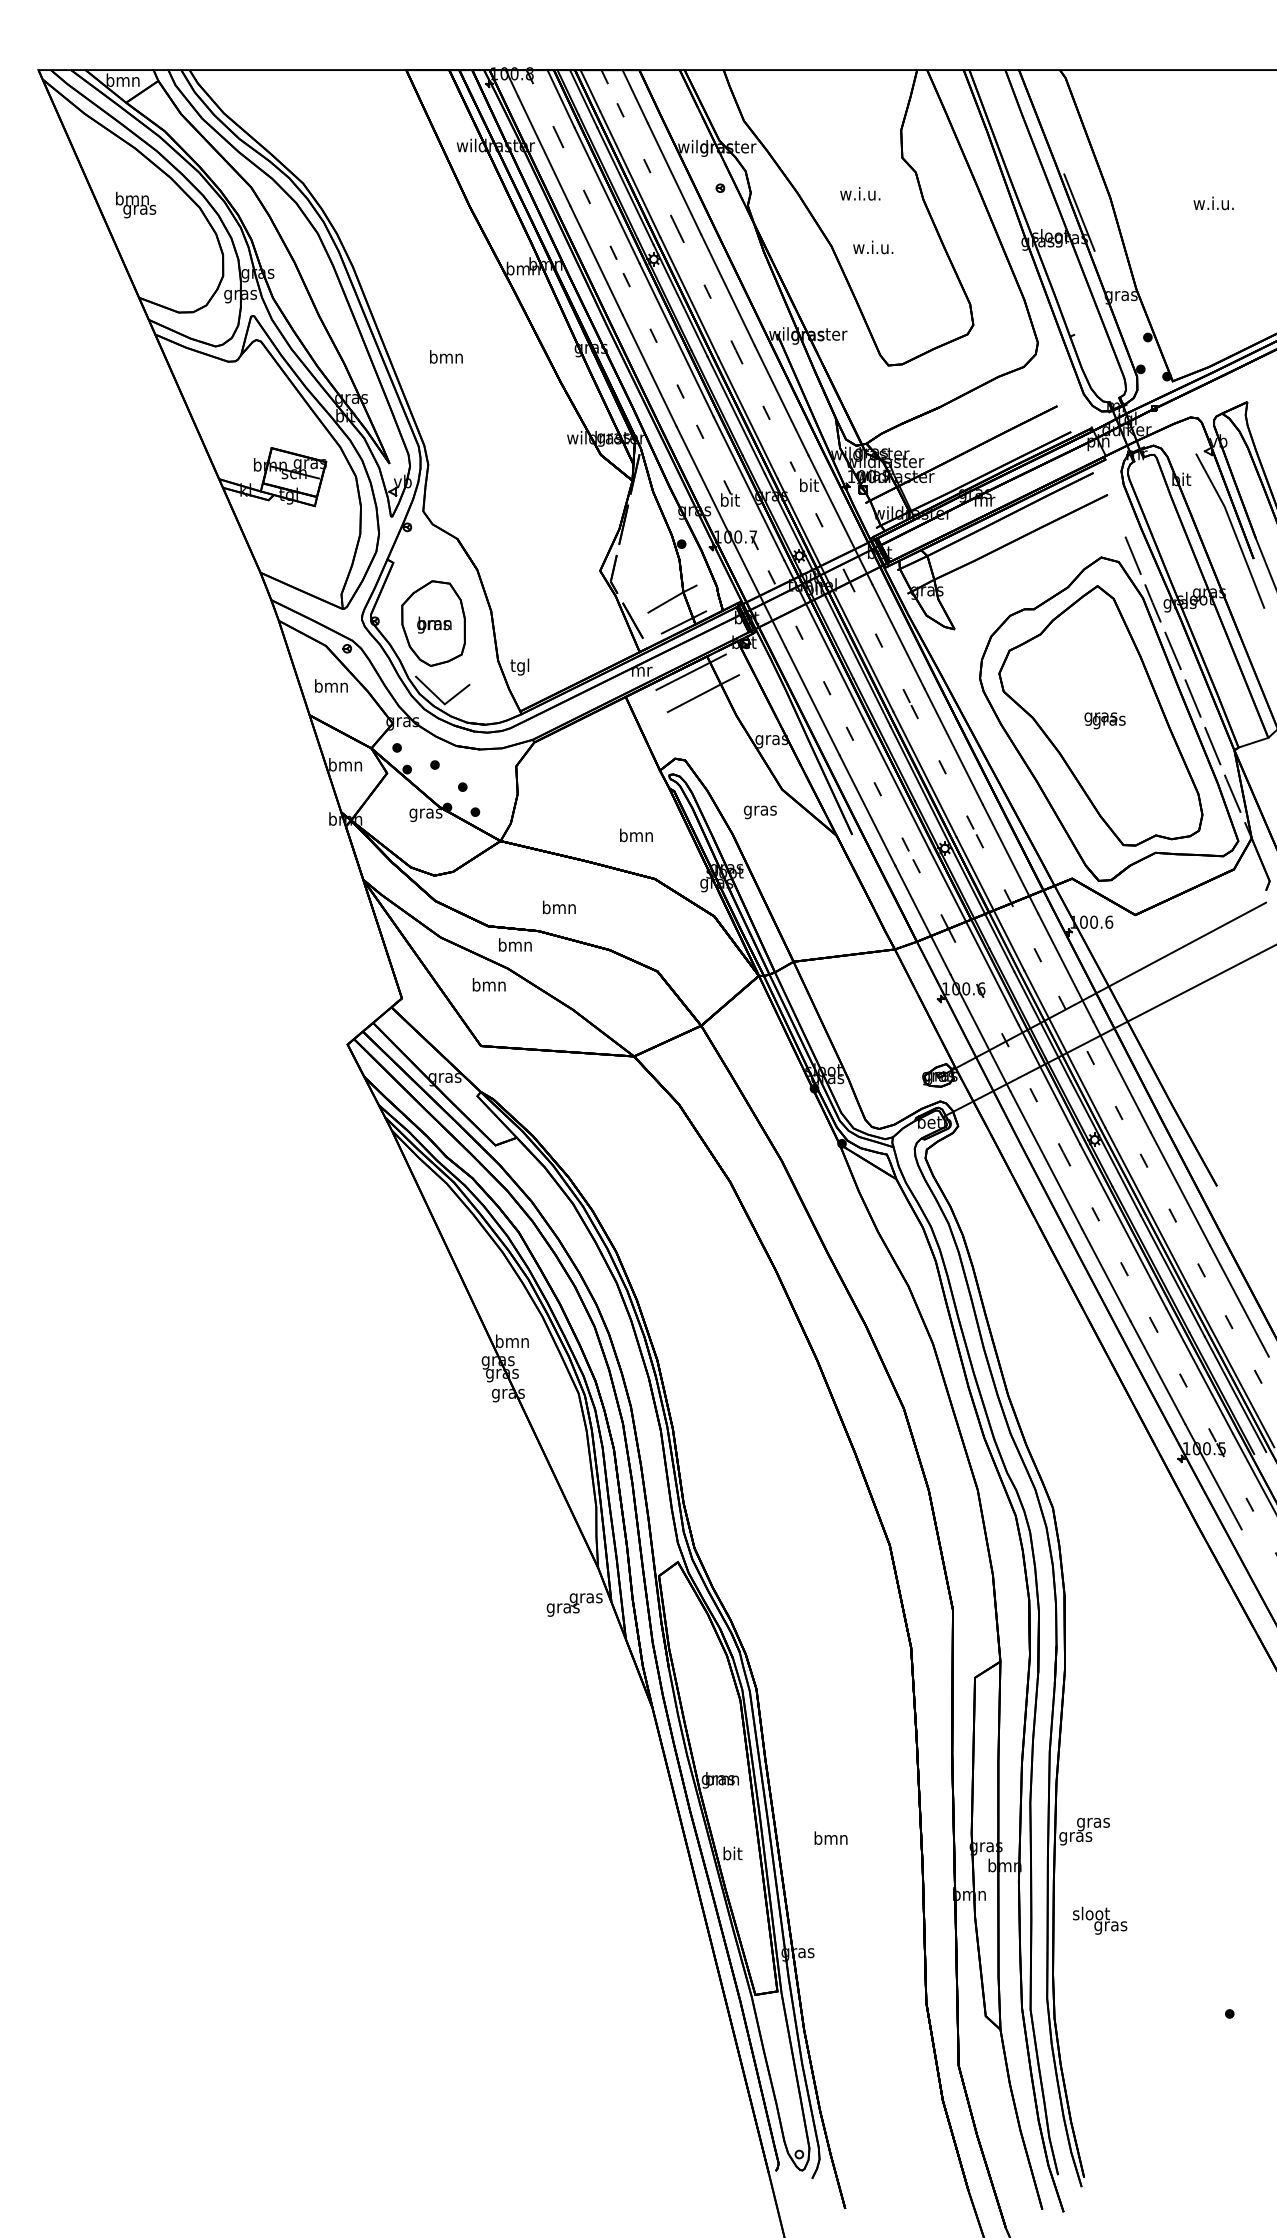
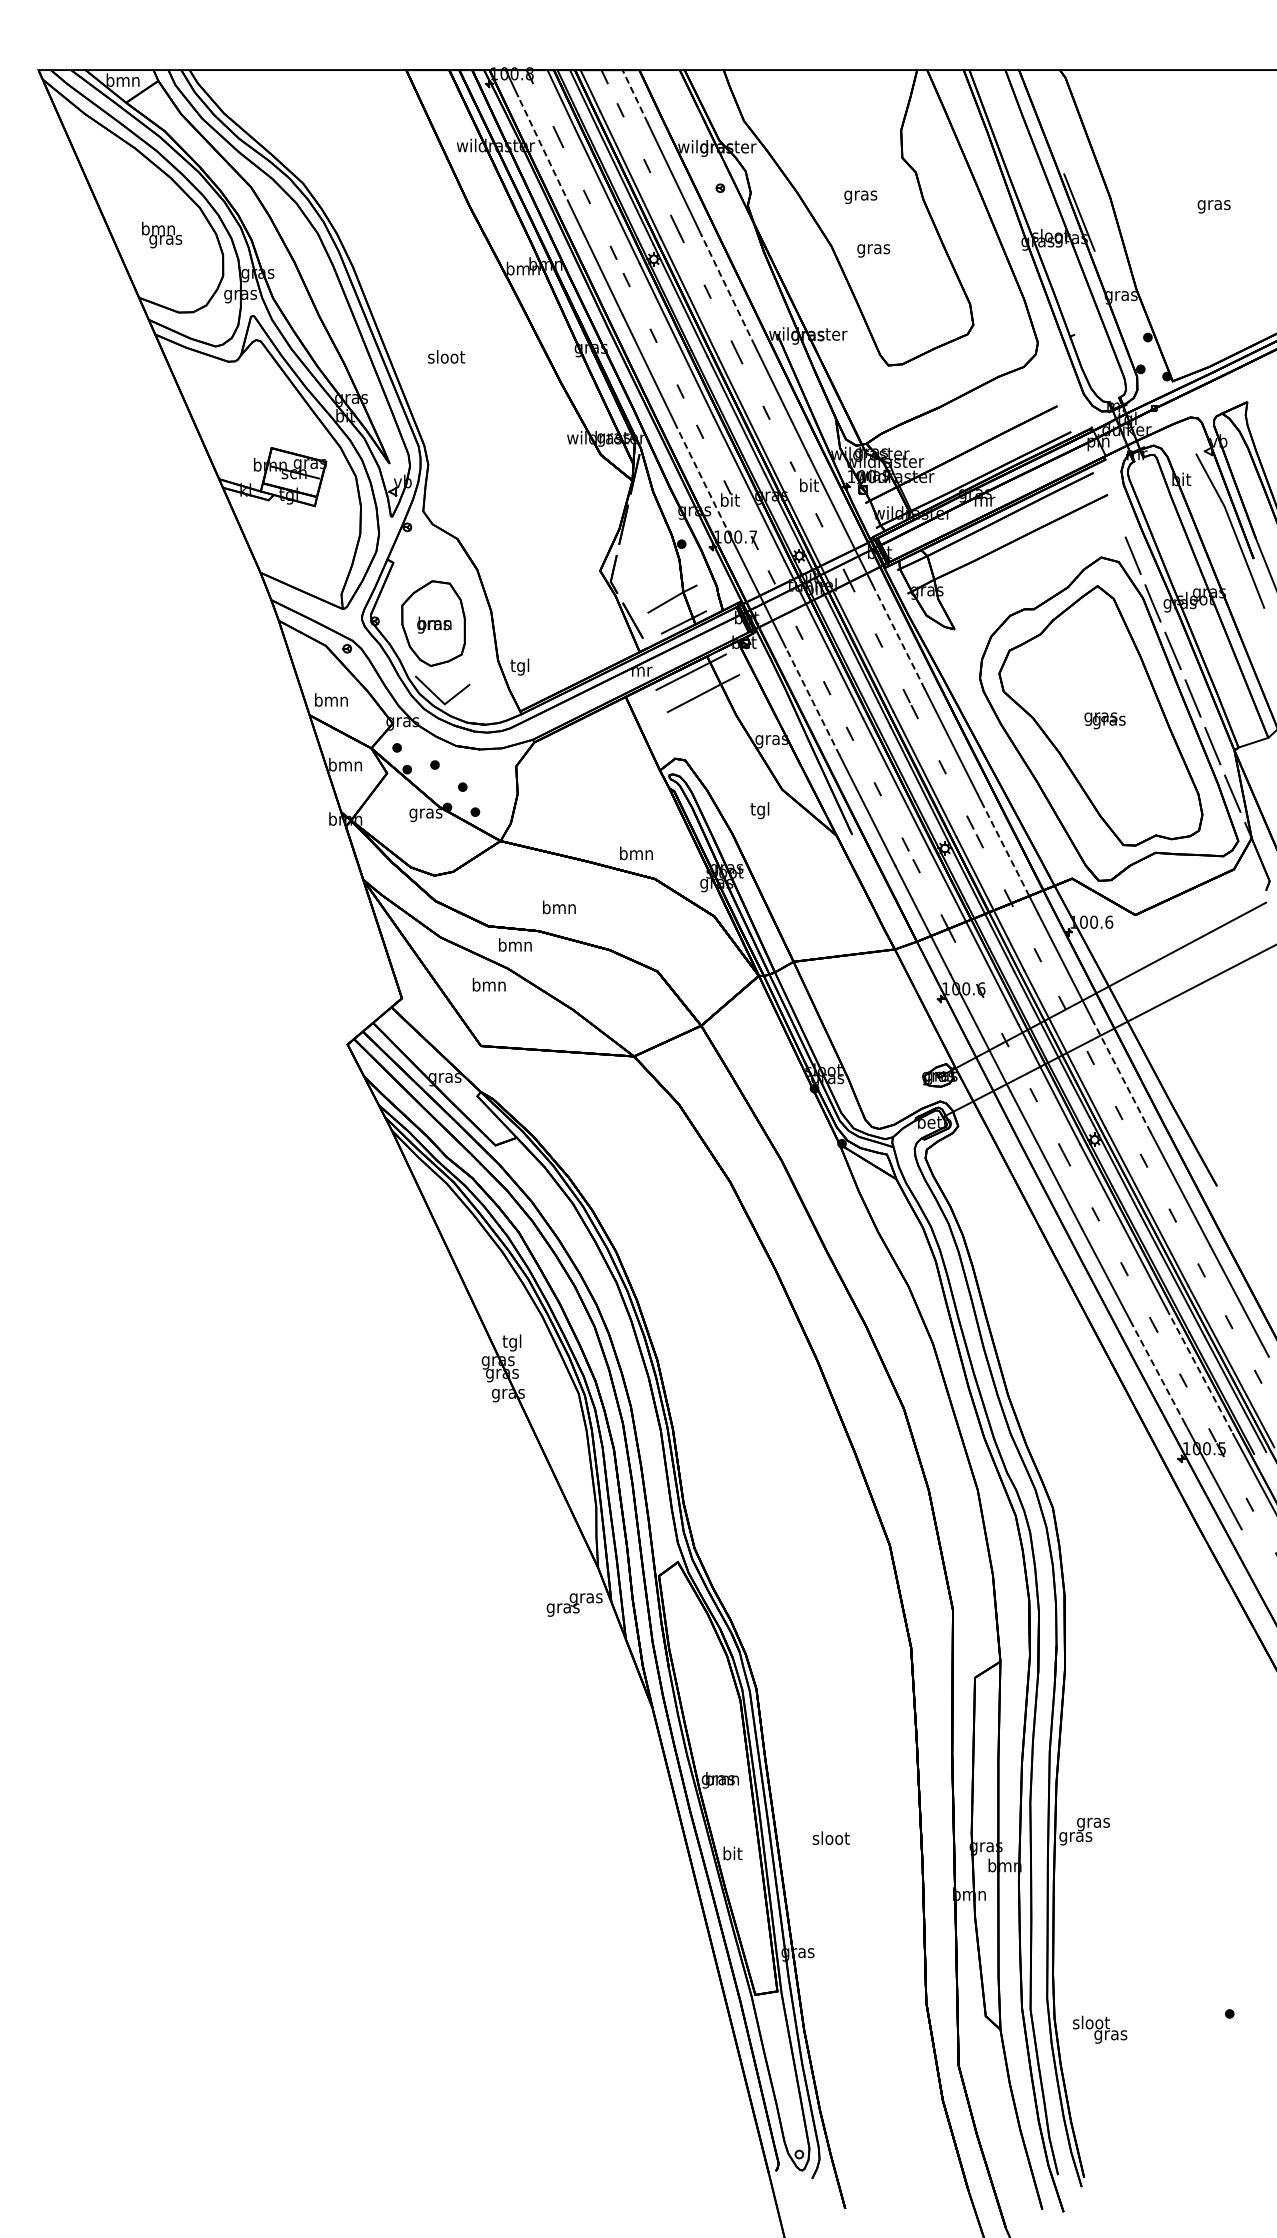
line at (635, 96): solid -> dashed
line at (544, 151): solid -> dashed
text at (860, 195): w.i.u. -> gras
text at (136, 204) position: (136, 204) -> (162, 234)
text at (1213, 204): w.i.u. -> gras
text at (873, 248): w.i.u. -> gras
line at (728, 290): solid -> dashed
text at (446, 356): bmn -> sloot
line at (703, 482): solid -> dashed
line at (898, 636): solid -> dashed
text at (331, 685) position: (331, 685) -> (331, 699)
line at (812, 700): solid -> dashed
text at (760, 810): gras -> tgl
text at (636, 835) position: (636, 835) -> (636, 853)
line at (1005, 849): solid -> dashed
line at (1121, 1076): solid -> dashed
text at (512, 1342): bmn -> tgl
line at (1199, 1371): solid -> dashed
line at (1157, 1372): solid -> dashed
text at (830, 1837): bmn -> sloot
text at (1100, 1920) position: (1100, 1920) -> (1100, 2029)
